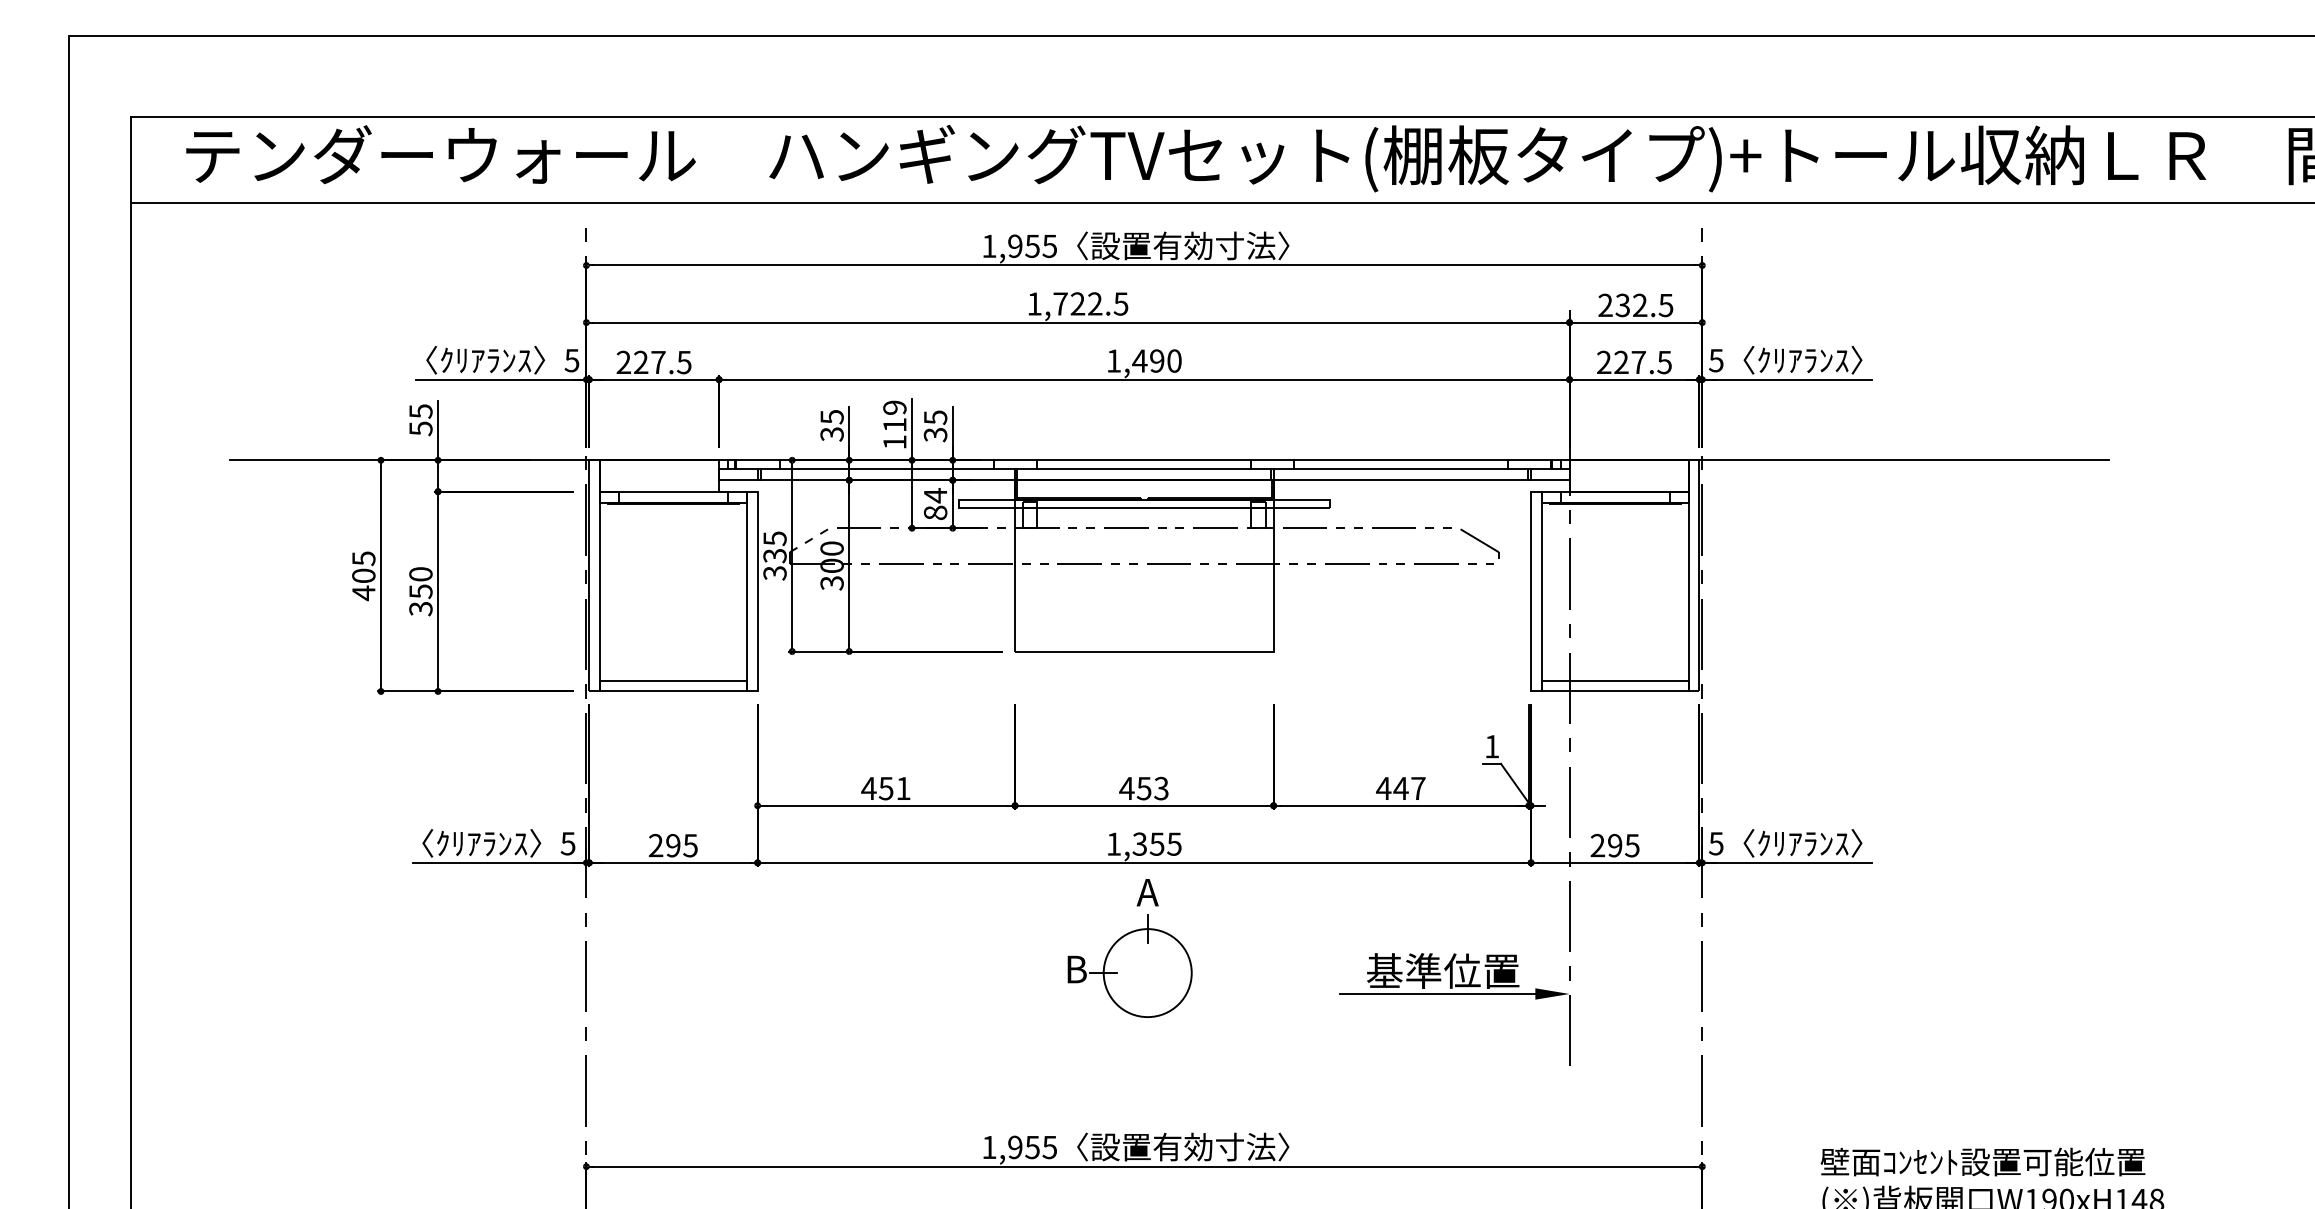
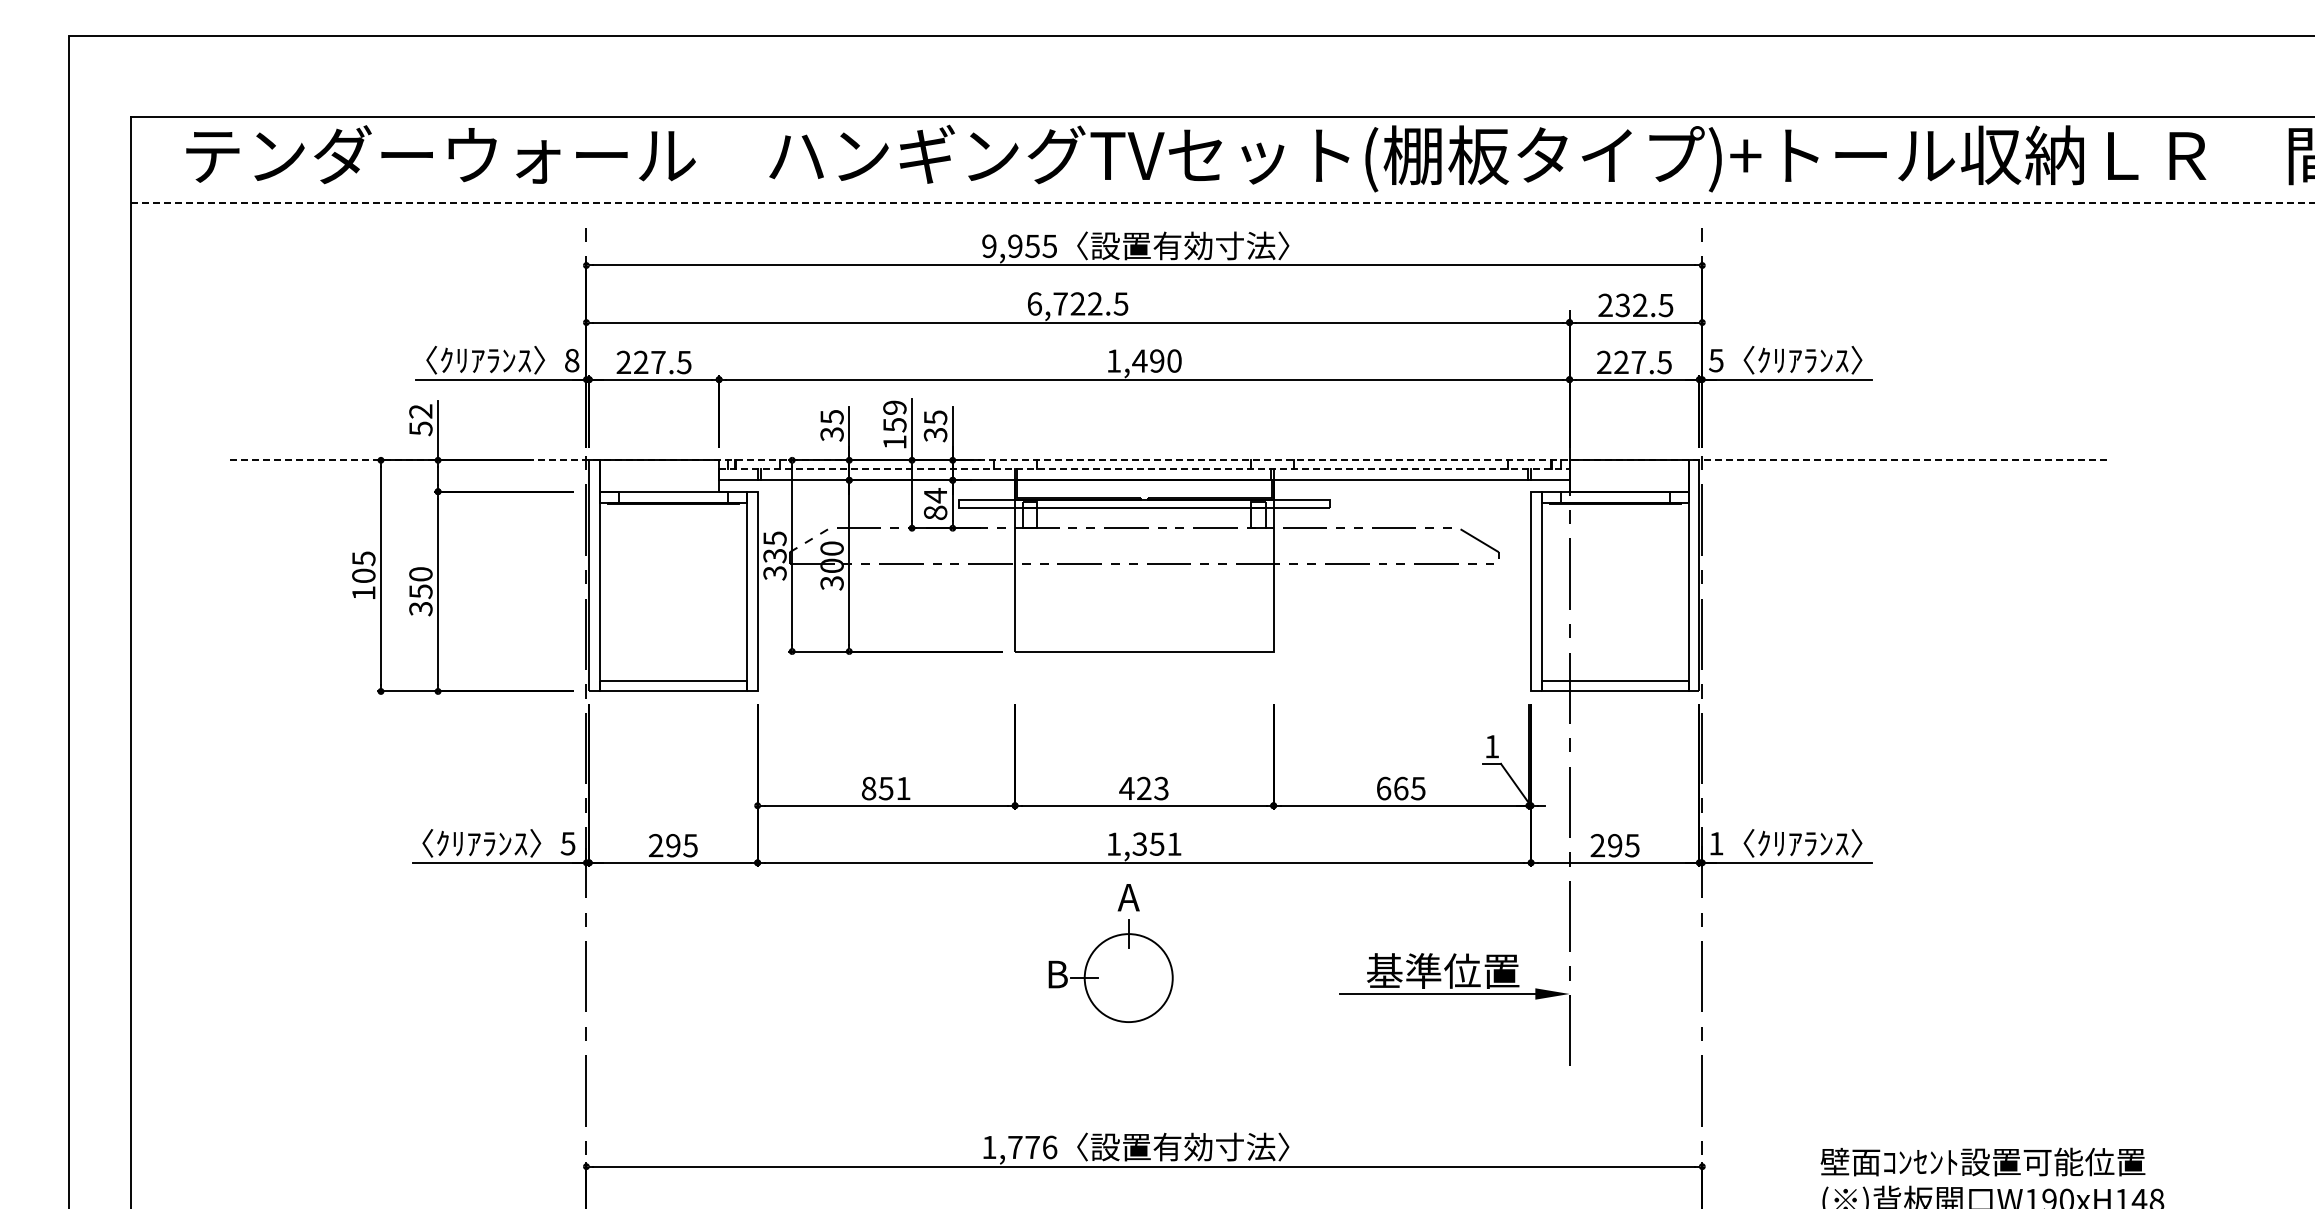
line at (1223, 202): solid -> dashed
text at (989, 246): 1,955 -> 9,955
text at (1035, 303): 1,722.5 -> 6,722.5
text at (571, 360): 5 -> 8
text at (420, 411): 55 -> 52
text at (894, 425): 119 -> 159
line at (1170, 460): solid -> dashed
line at (1144, 469): solid -> dashed
text at (363, 593): 405 -> 105
text at (868, 788): 451 -> 851
text at (1143, 788): 453 -> 423
text at (1400, 788): 447 -> 665
text at (1174, 843): 1,355 -> 1,351
text at (1716, 843): 5 -> 1
part at (1129, 948) position: (1129, 948) -> (1110, 953)
text at (1032, 1147): 1,955 -> 1,776
